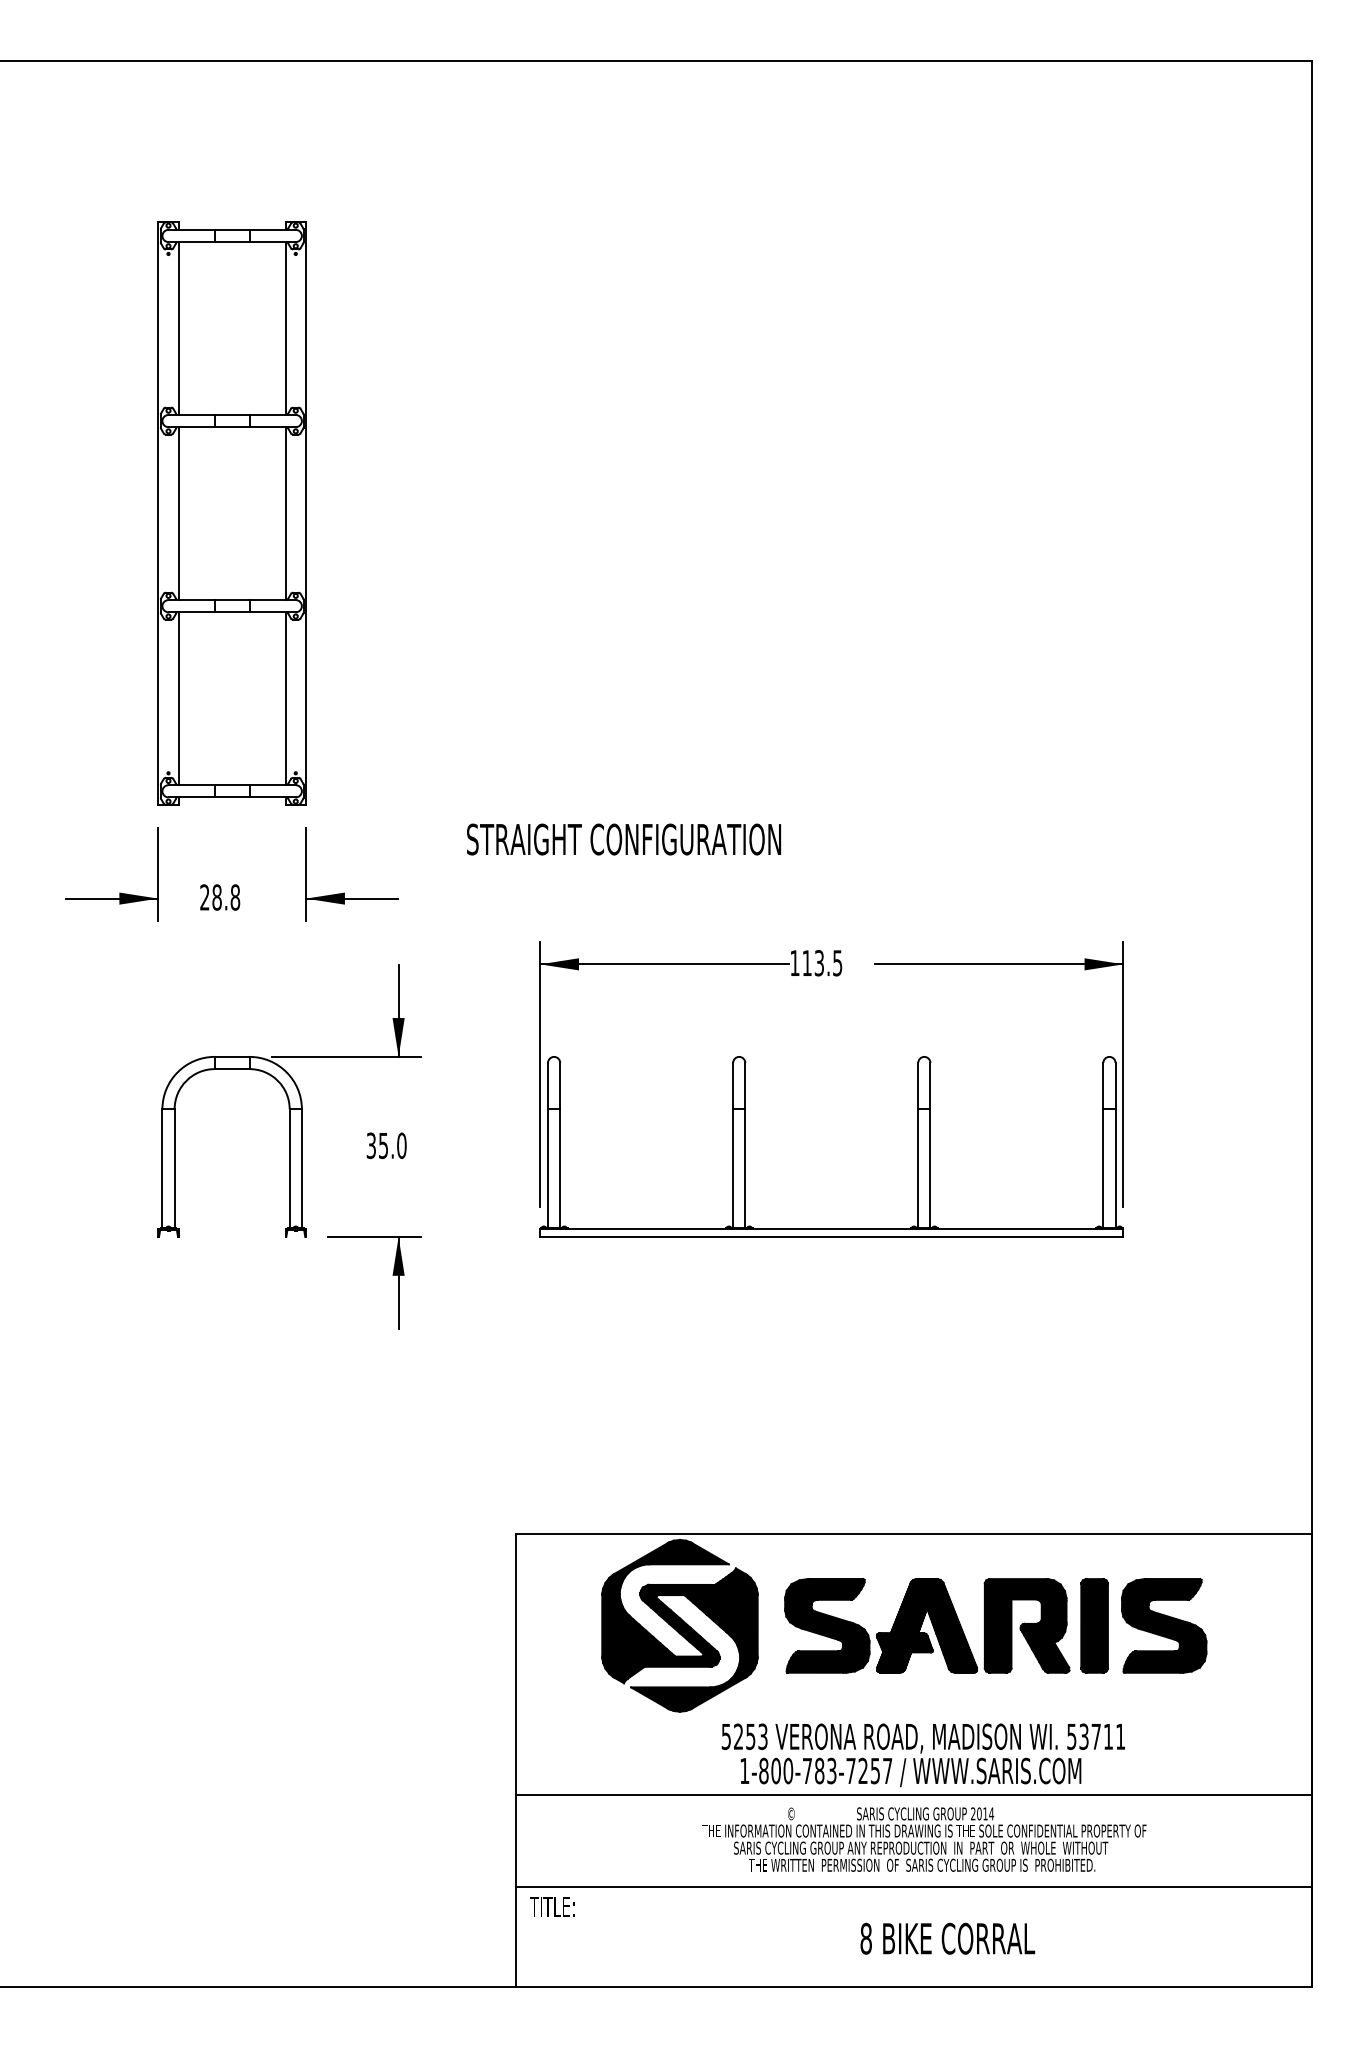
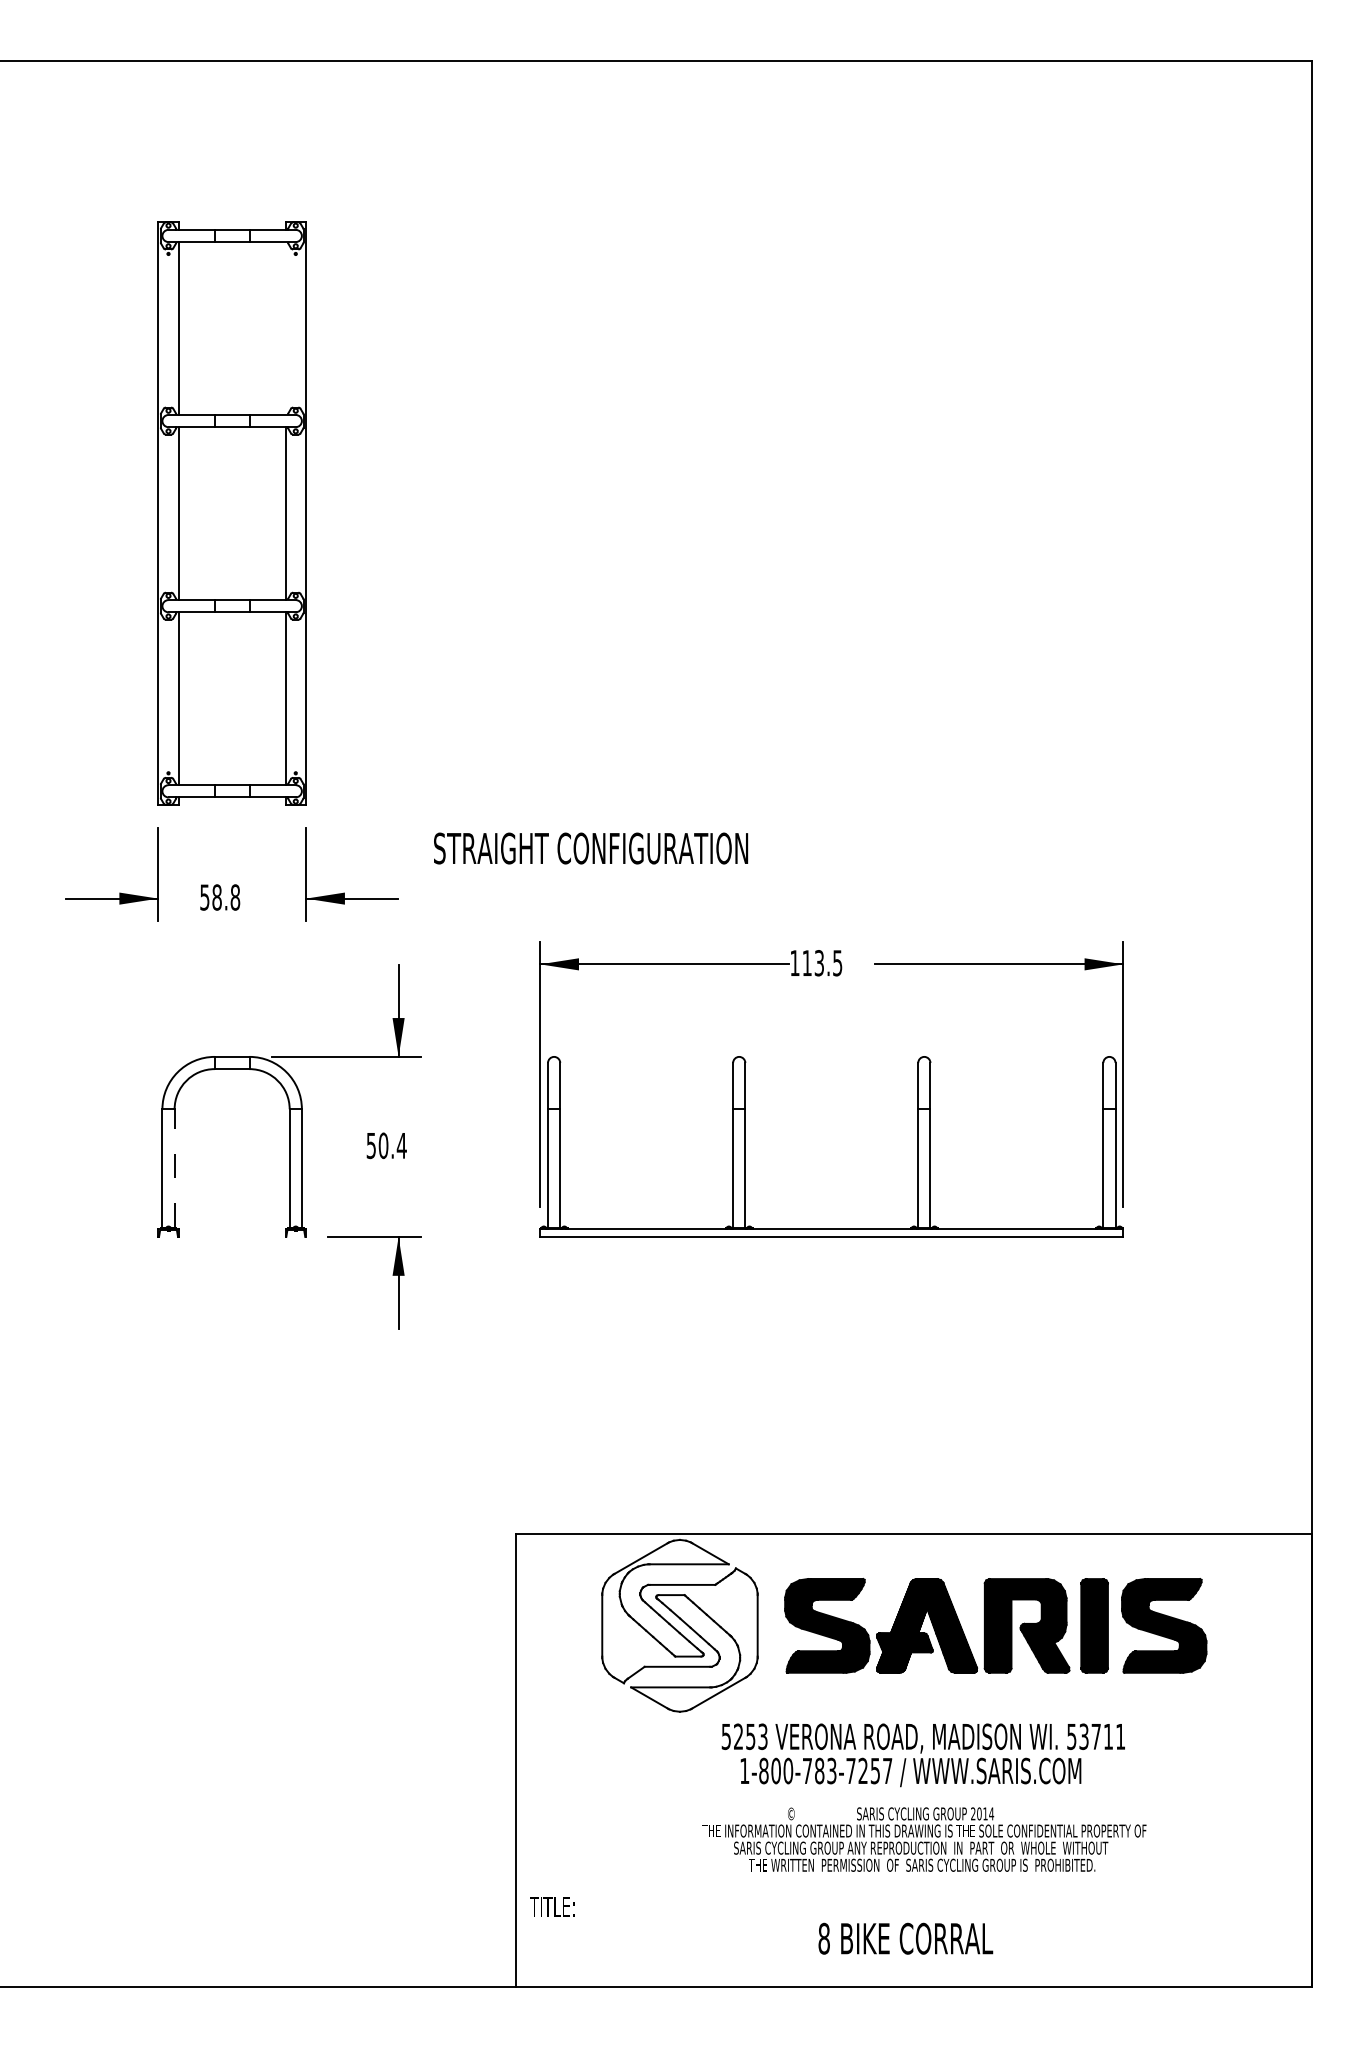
line at (285, 328): present -> none
text at (624, 839) position: (624, 839) -> (591, 848)
text at (204, 897): 28.8 -> 58.8
text at (386, 1145): 35.0 -> 50.4
line at (174, 1167): solid -> dashed
fill at (679, 1625): present -> none
line at (913, 1795): present -> none
line at (913, 1886): present -> none
text at (947, 1938) position: (947, 1938) -> (905, 1938)
